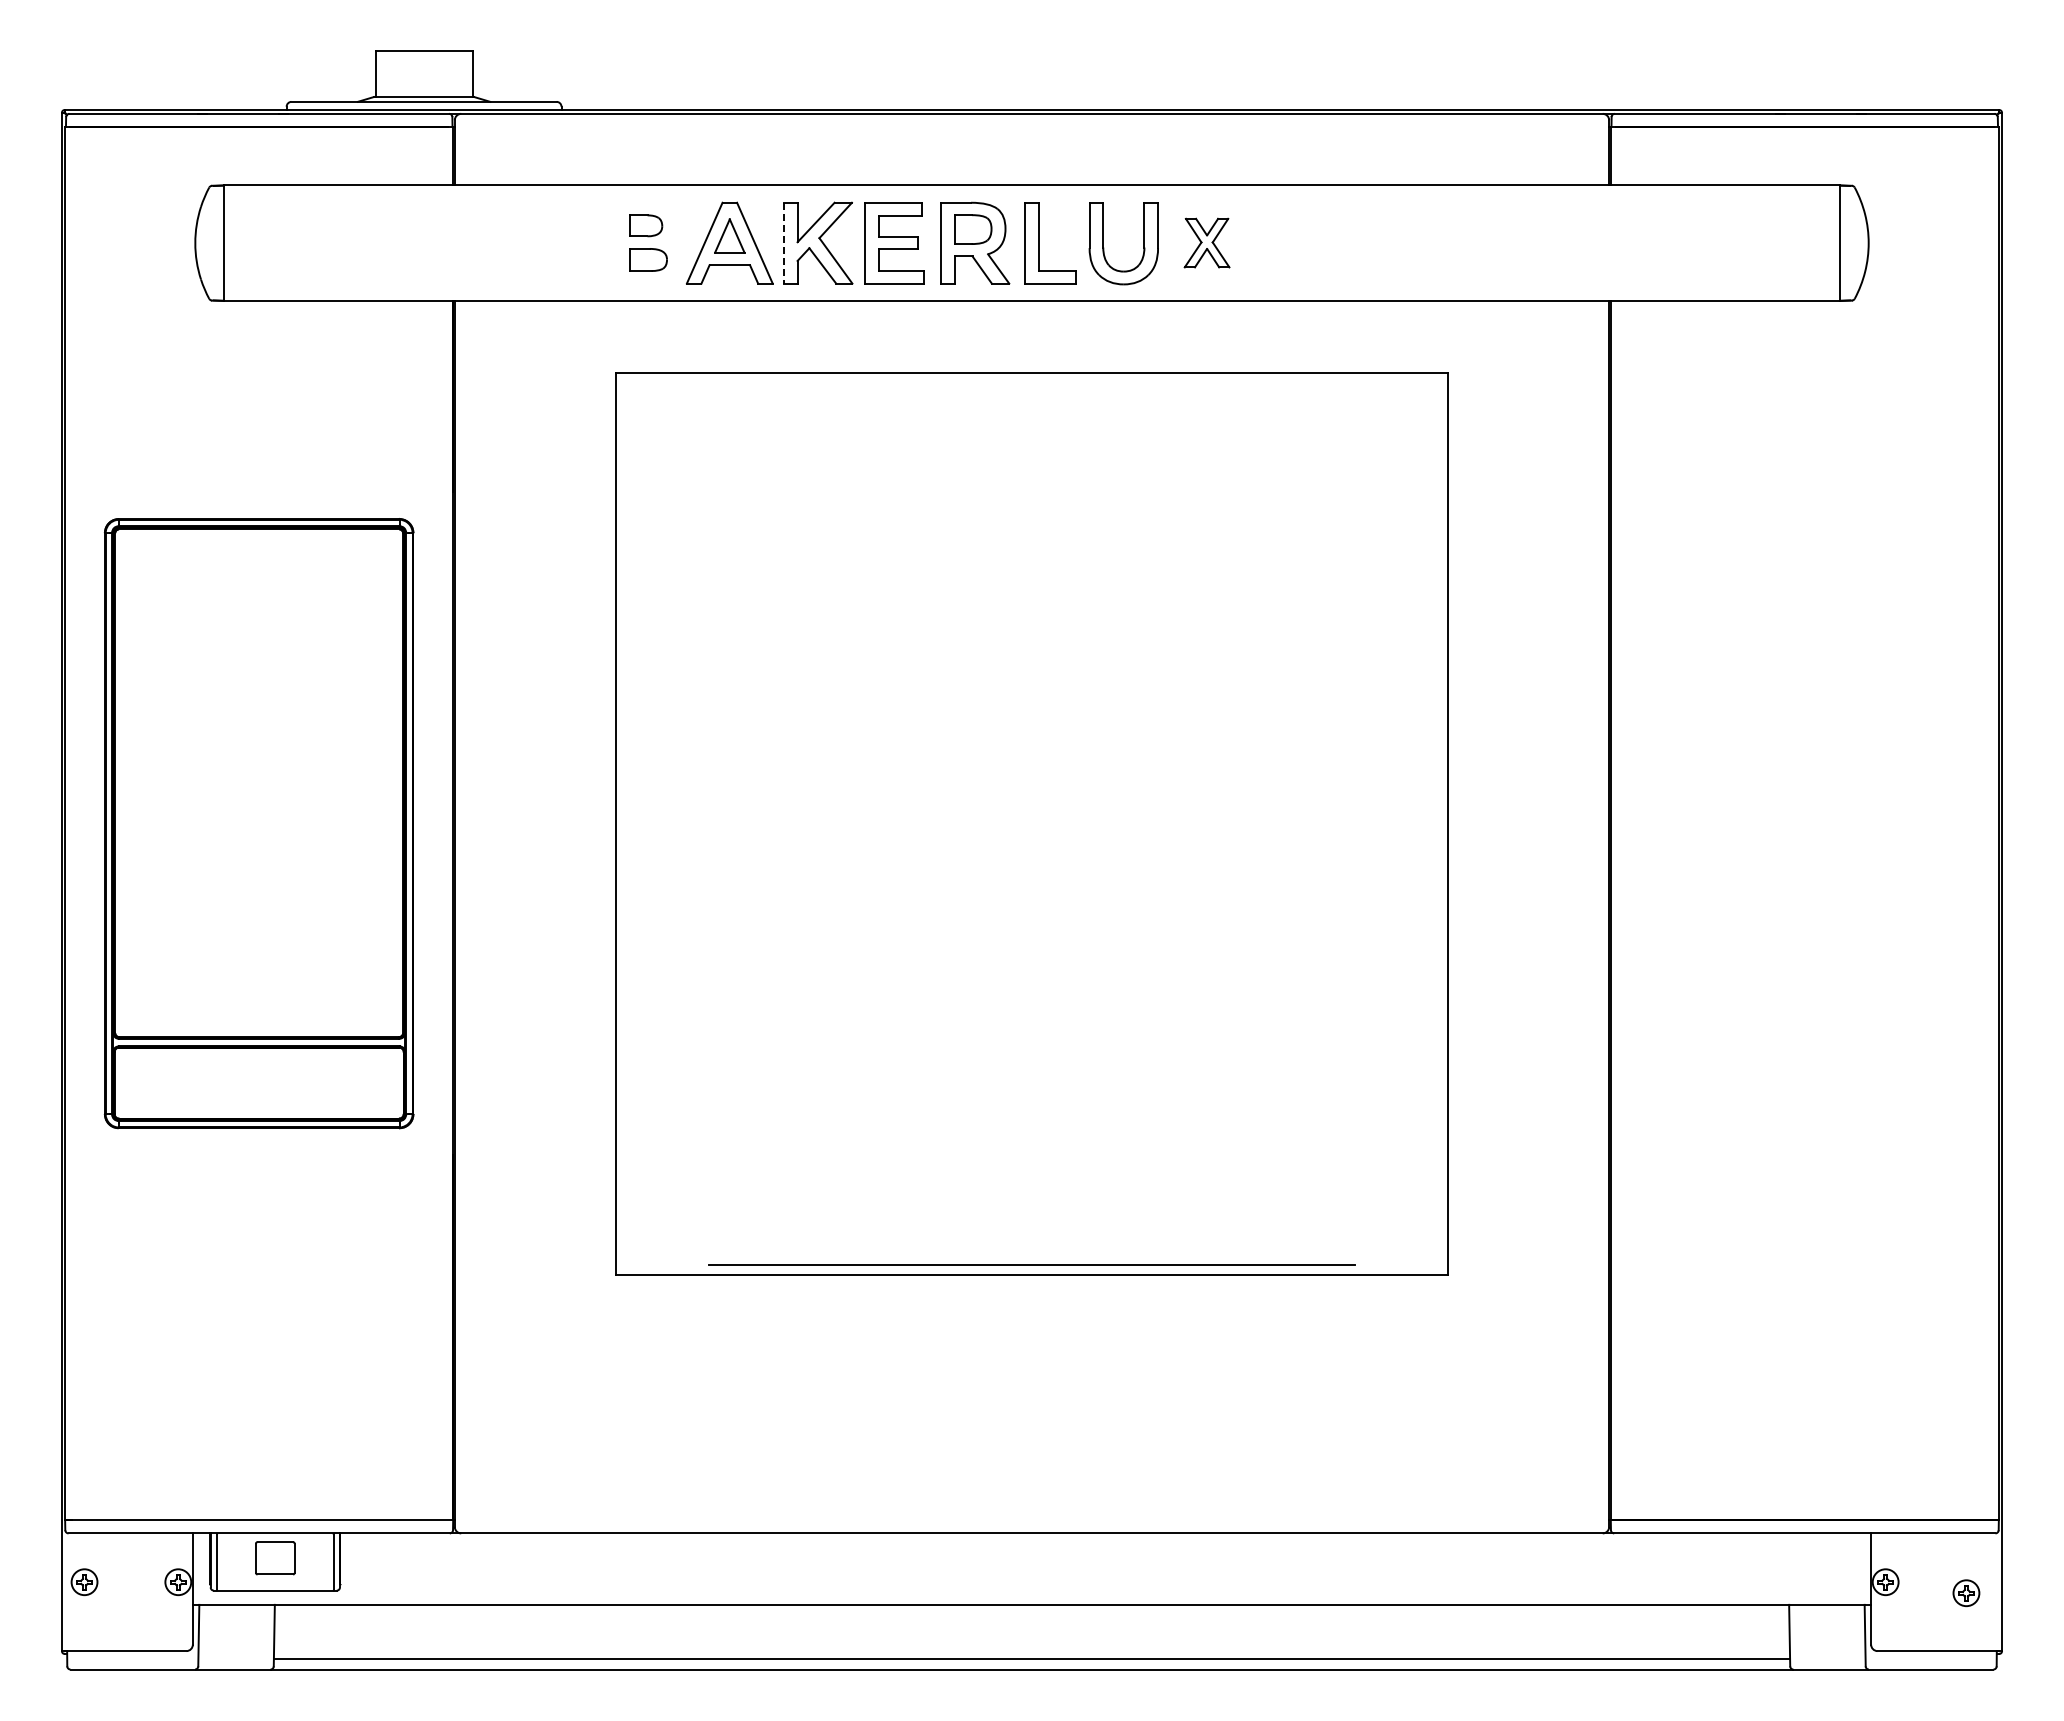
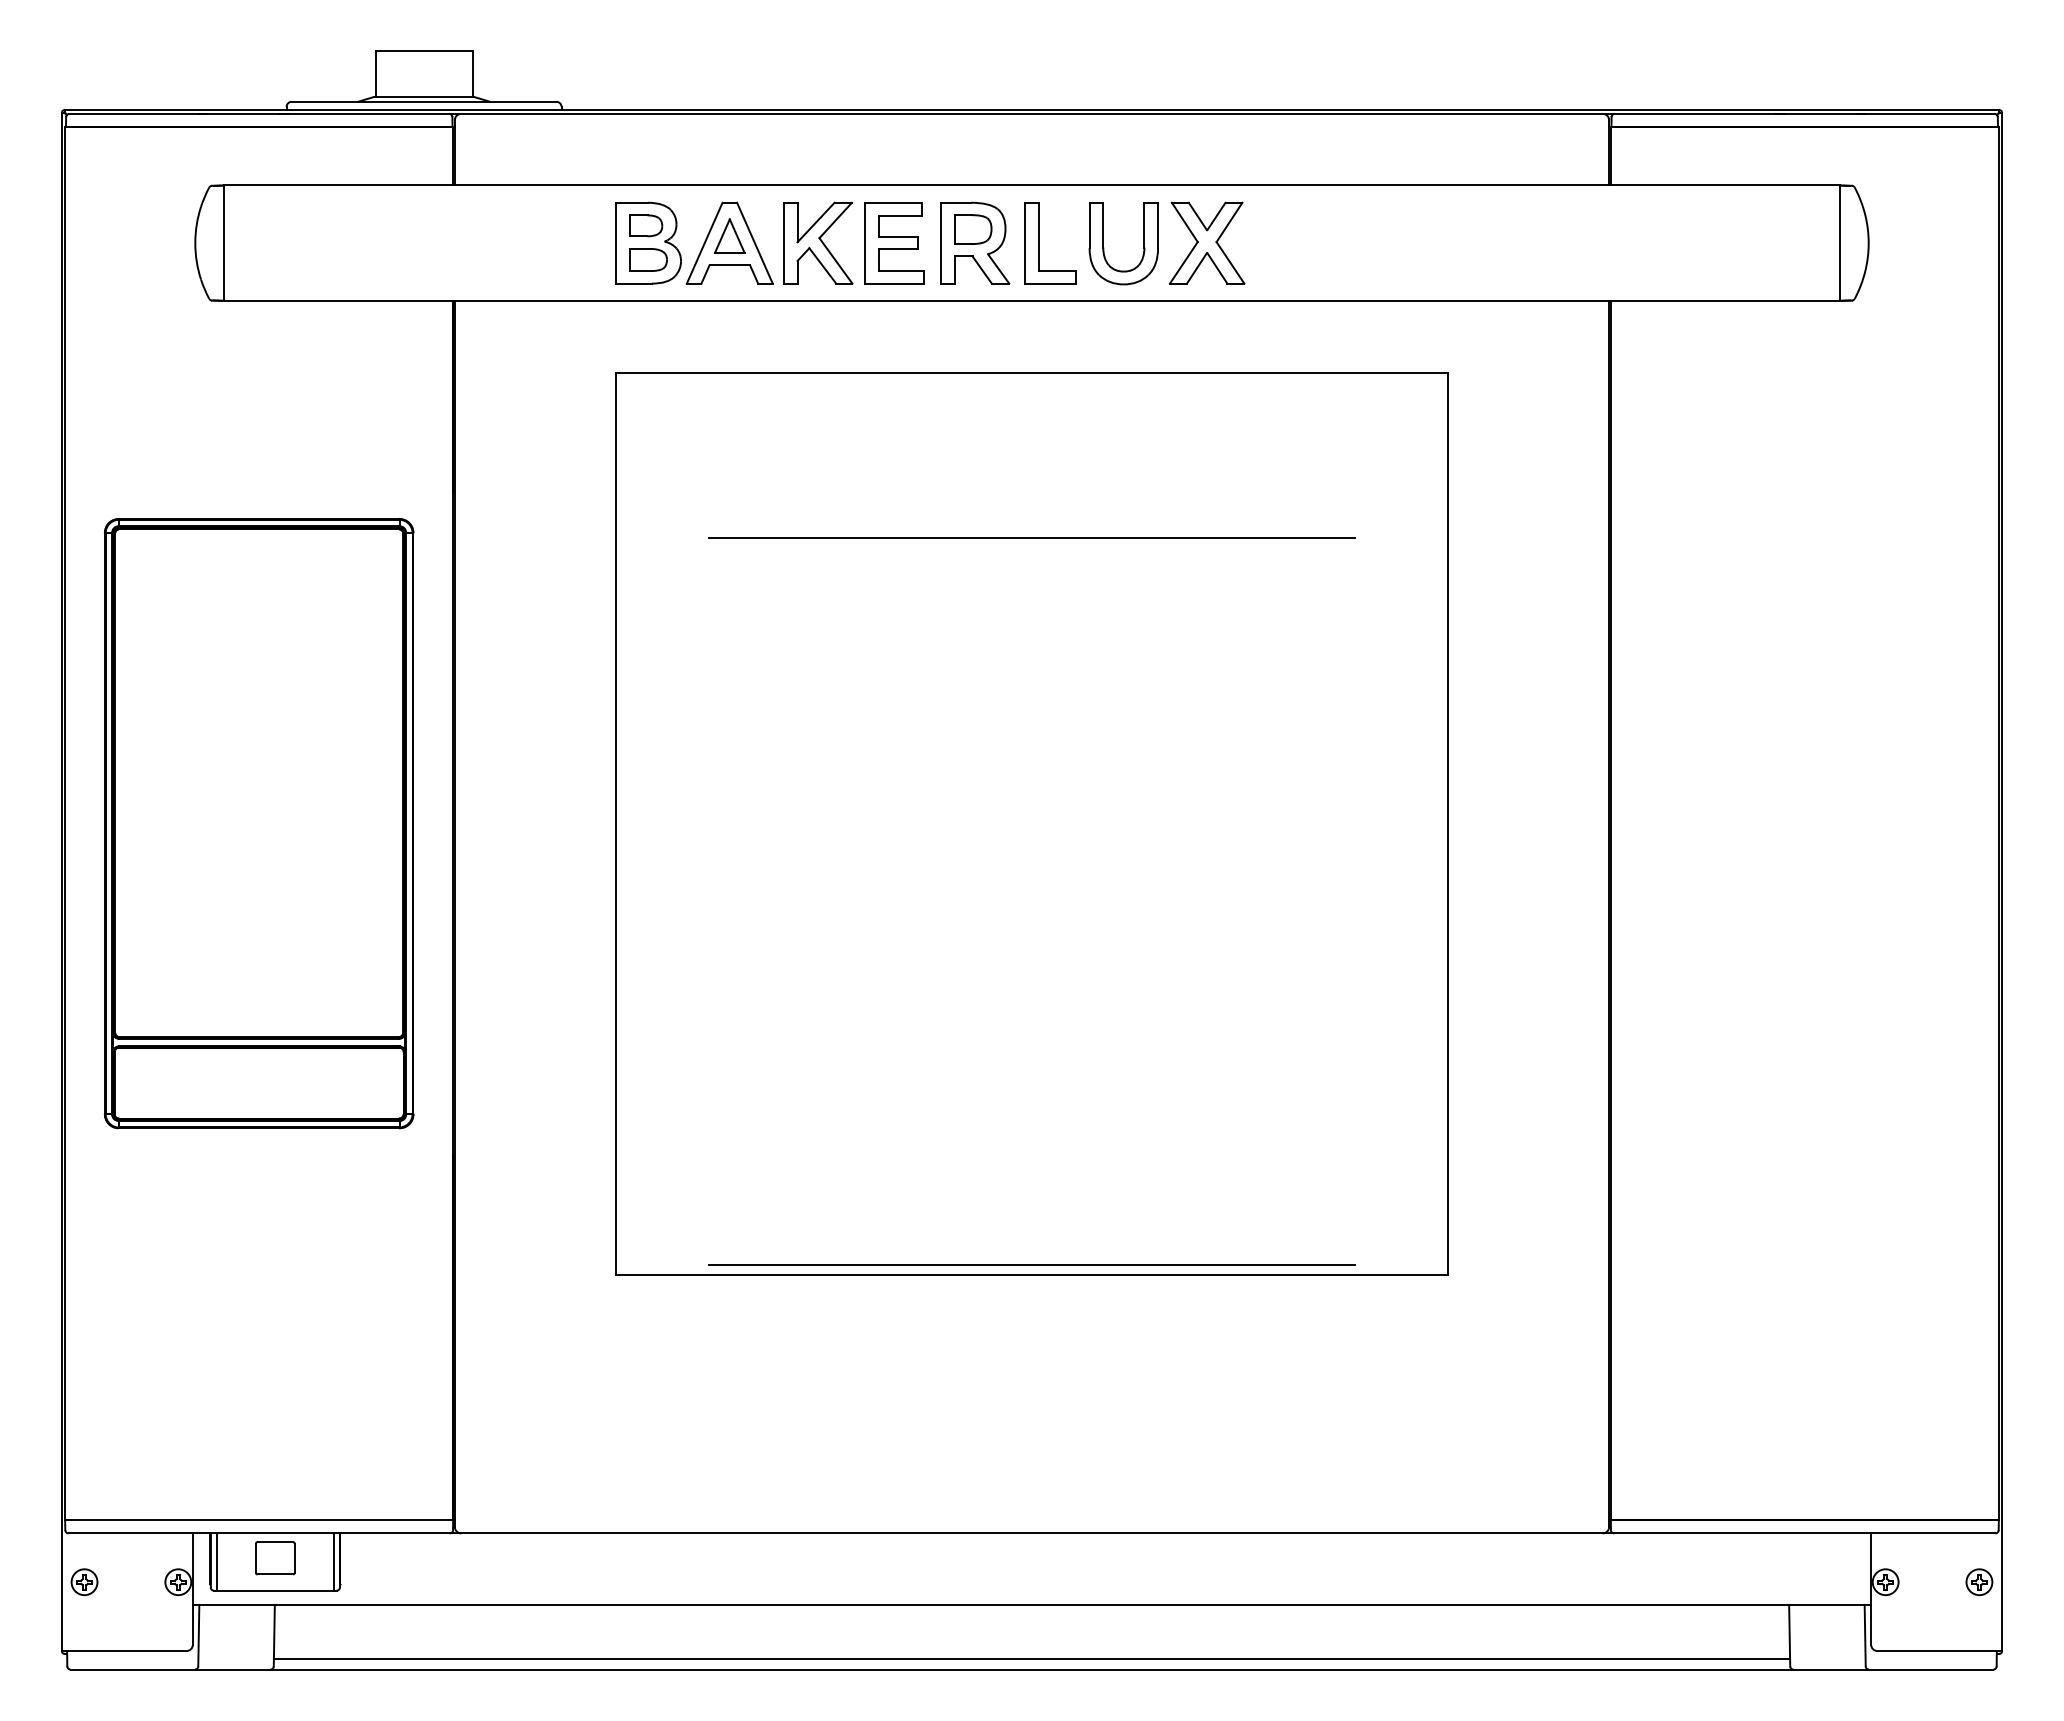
part at (648, 242): none -> present
part at (1206, 242) size: 48x52 px -> 78x84 px
line at (783, 243): dashed -> solid
line at (1031, 537): none -> present
part at (1966, 1593) position: (1966, 1593) -> (1979, 1582)
